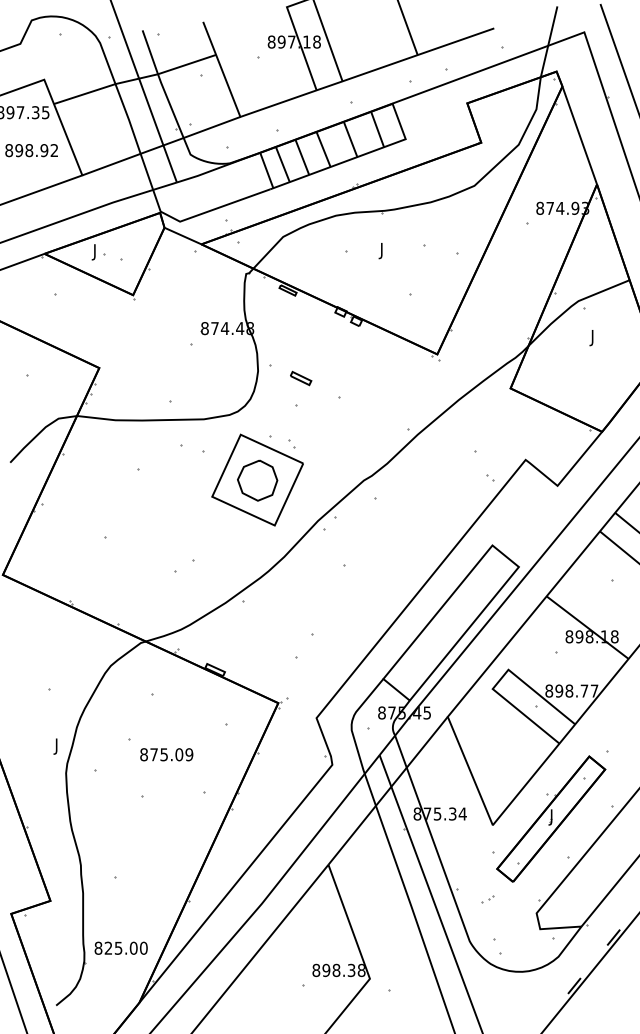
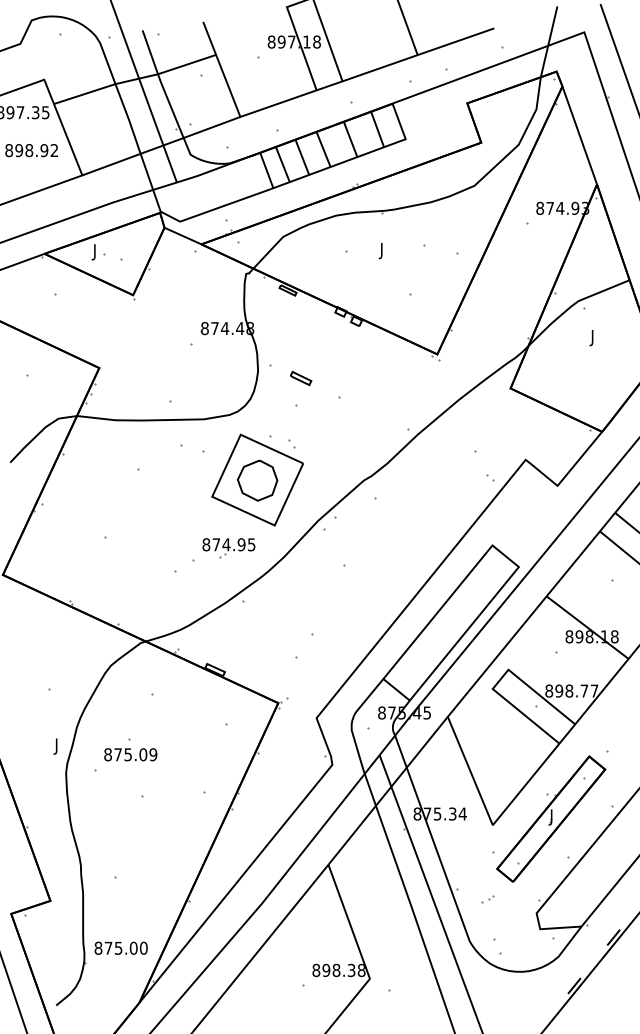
part at (228, 548): none -> present
text at (166, 754) position: (166, 754) -> (130, 754)
text at (108, 947): 825.00 -> 875.00
